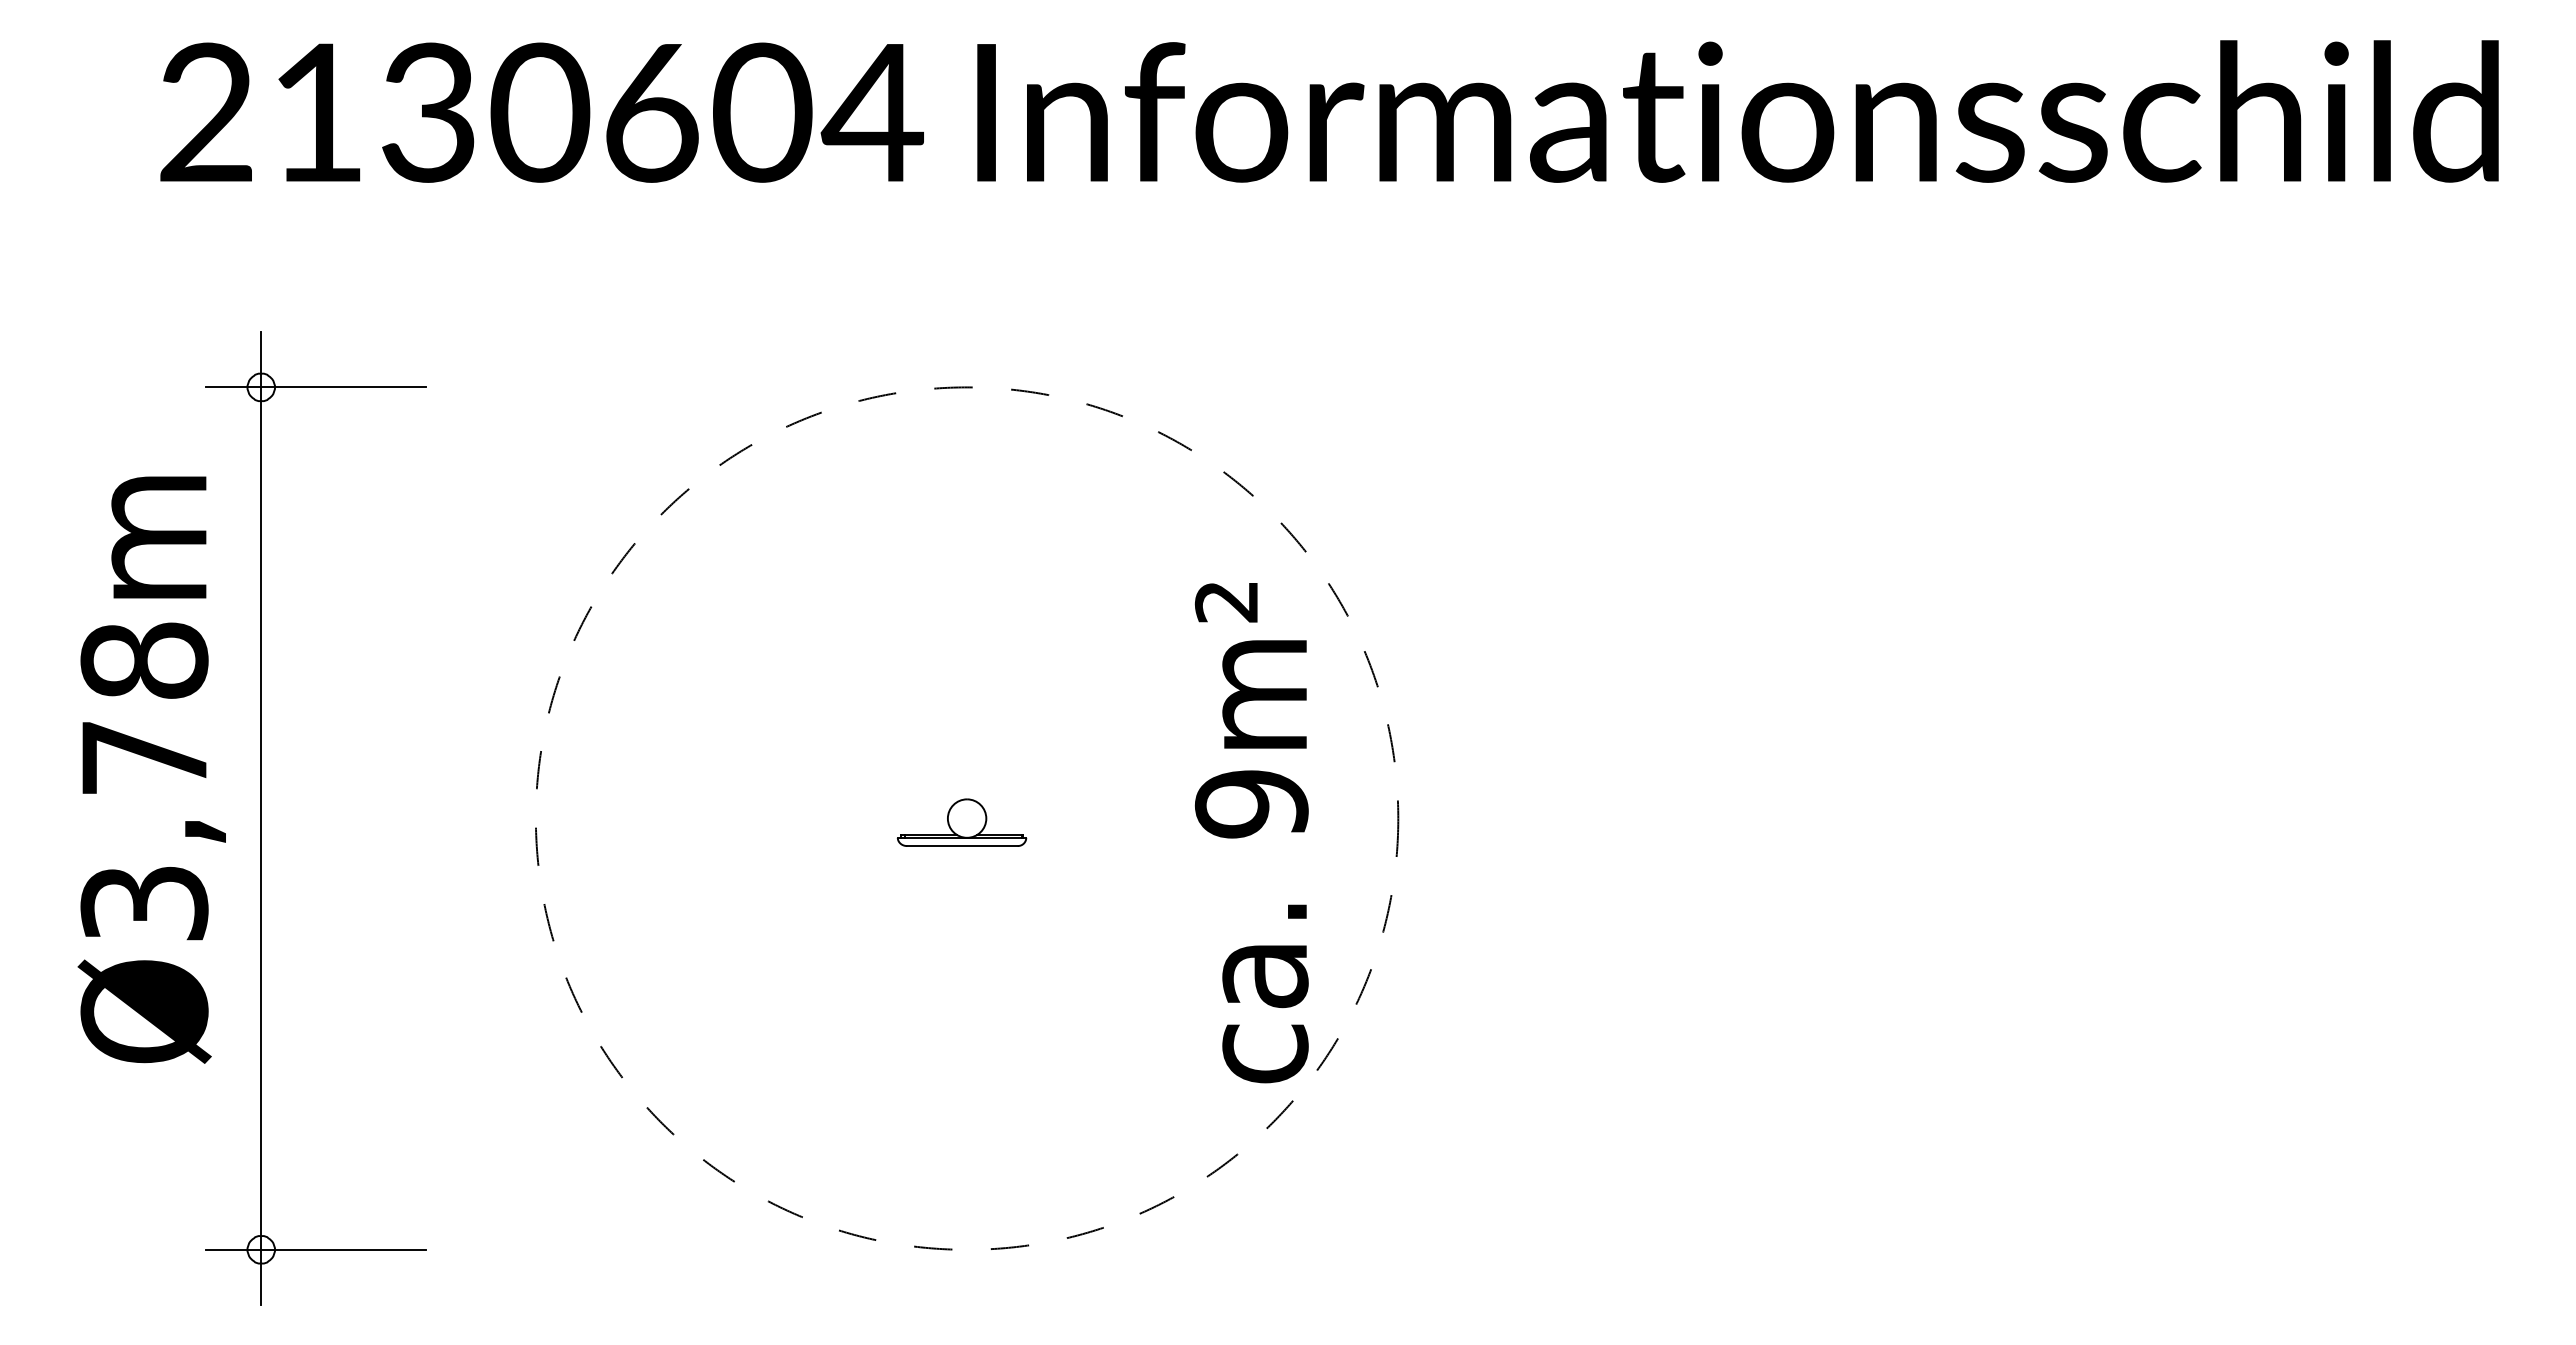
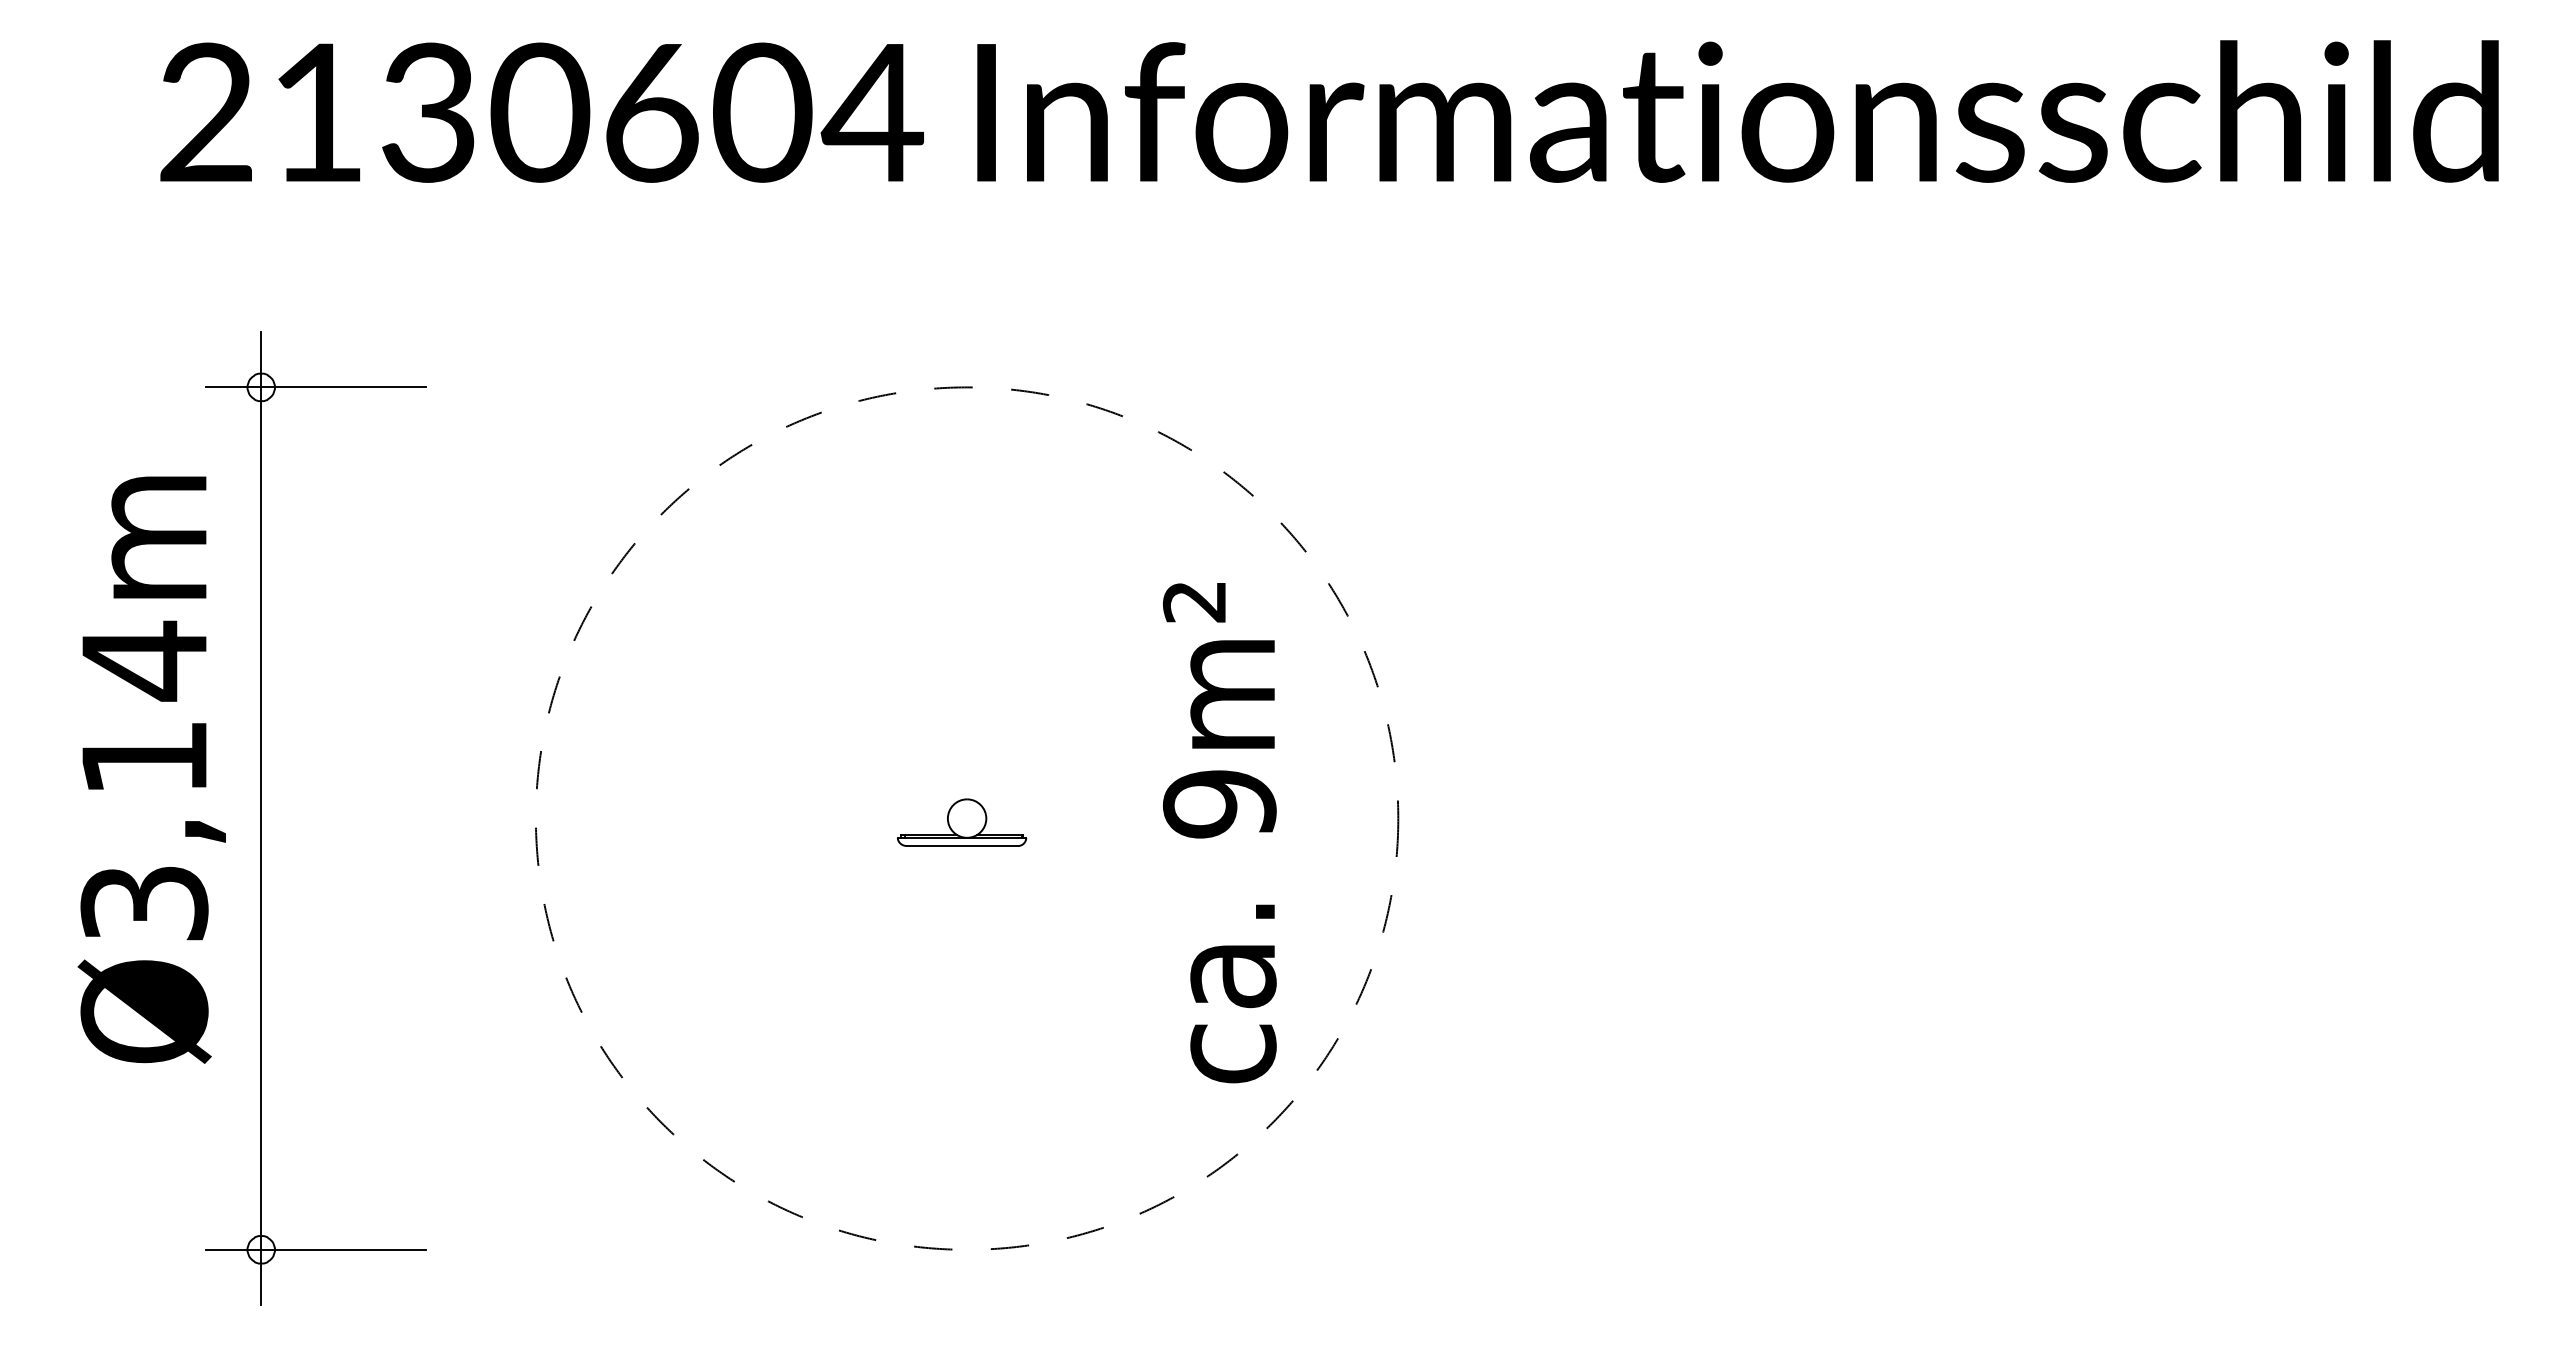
text at (144, 706): Ø3,78m -> Ø3,14m
text at (1251, 833) position: (1251, 833) -> (1219, 833)
